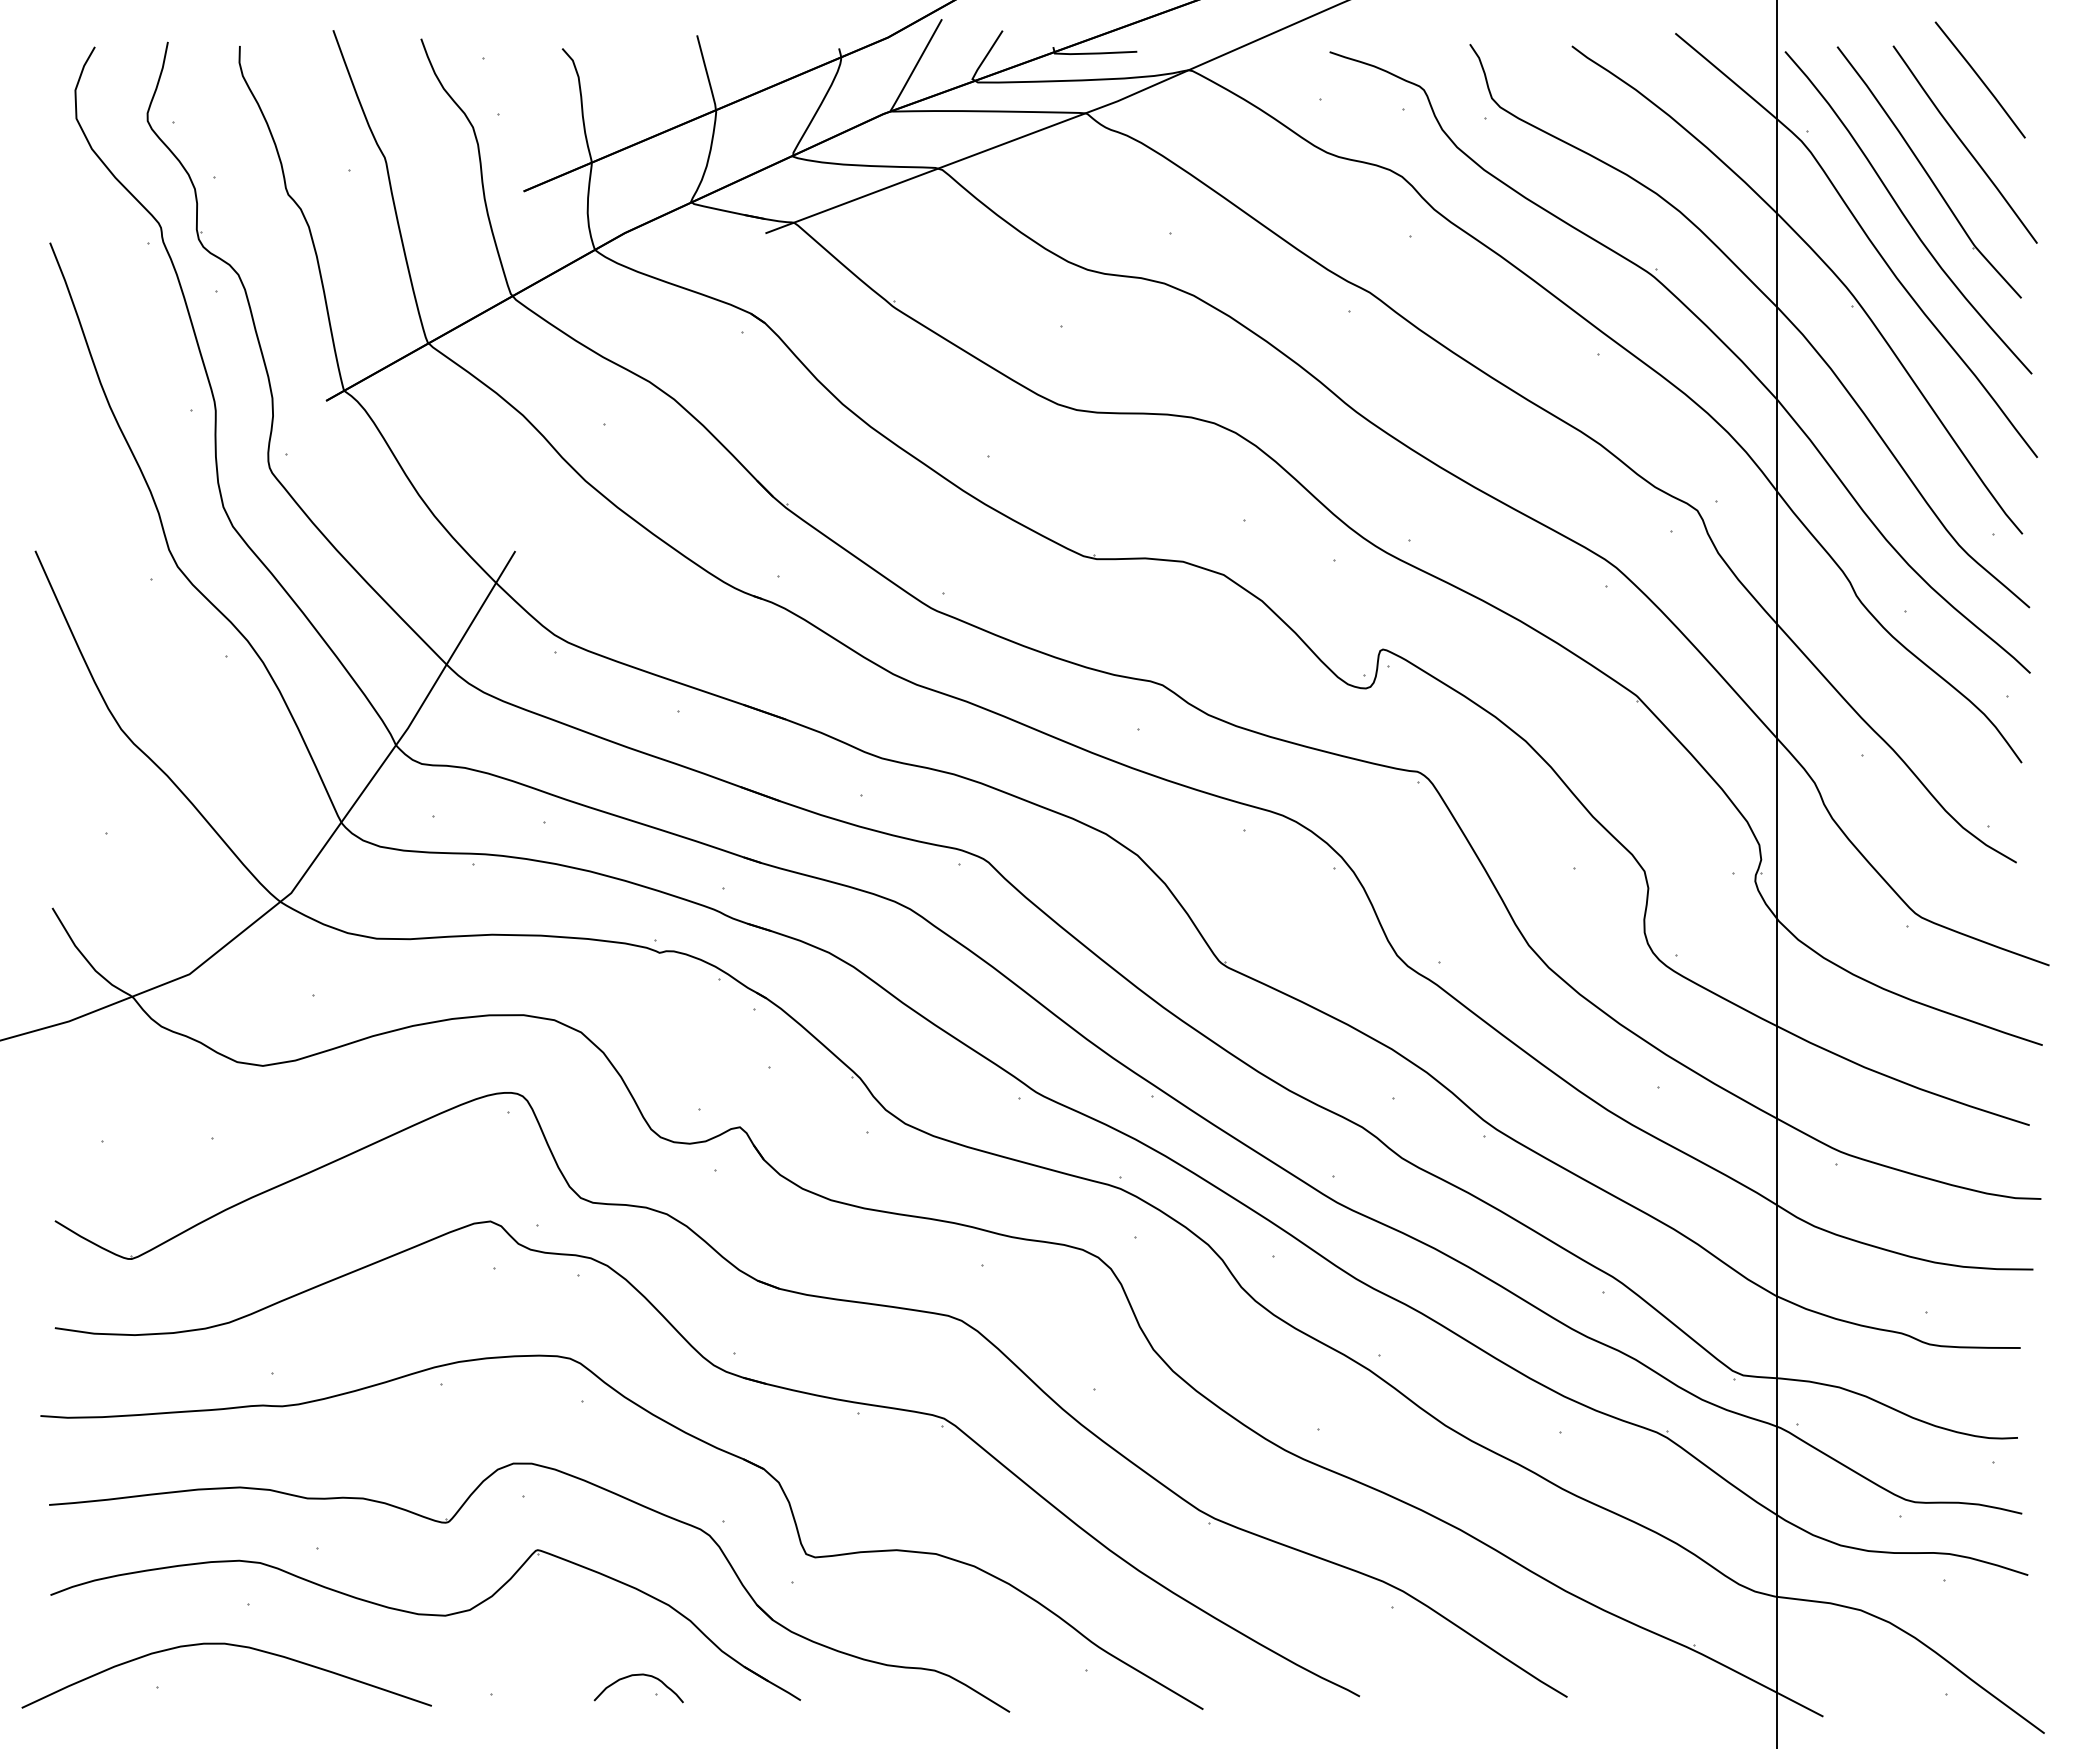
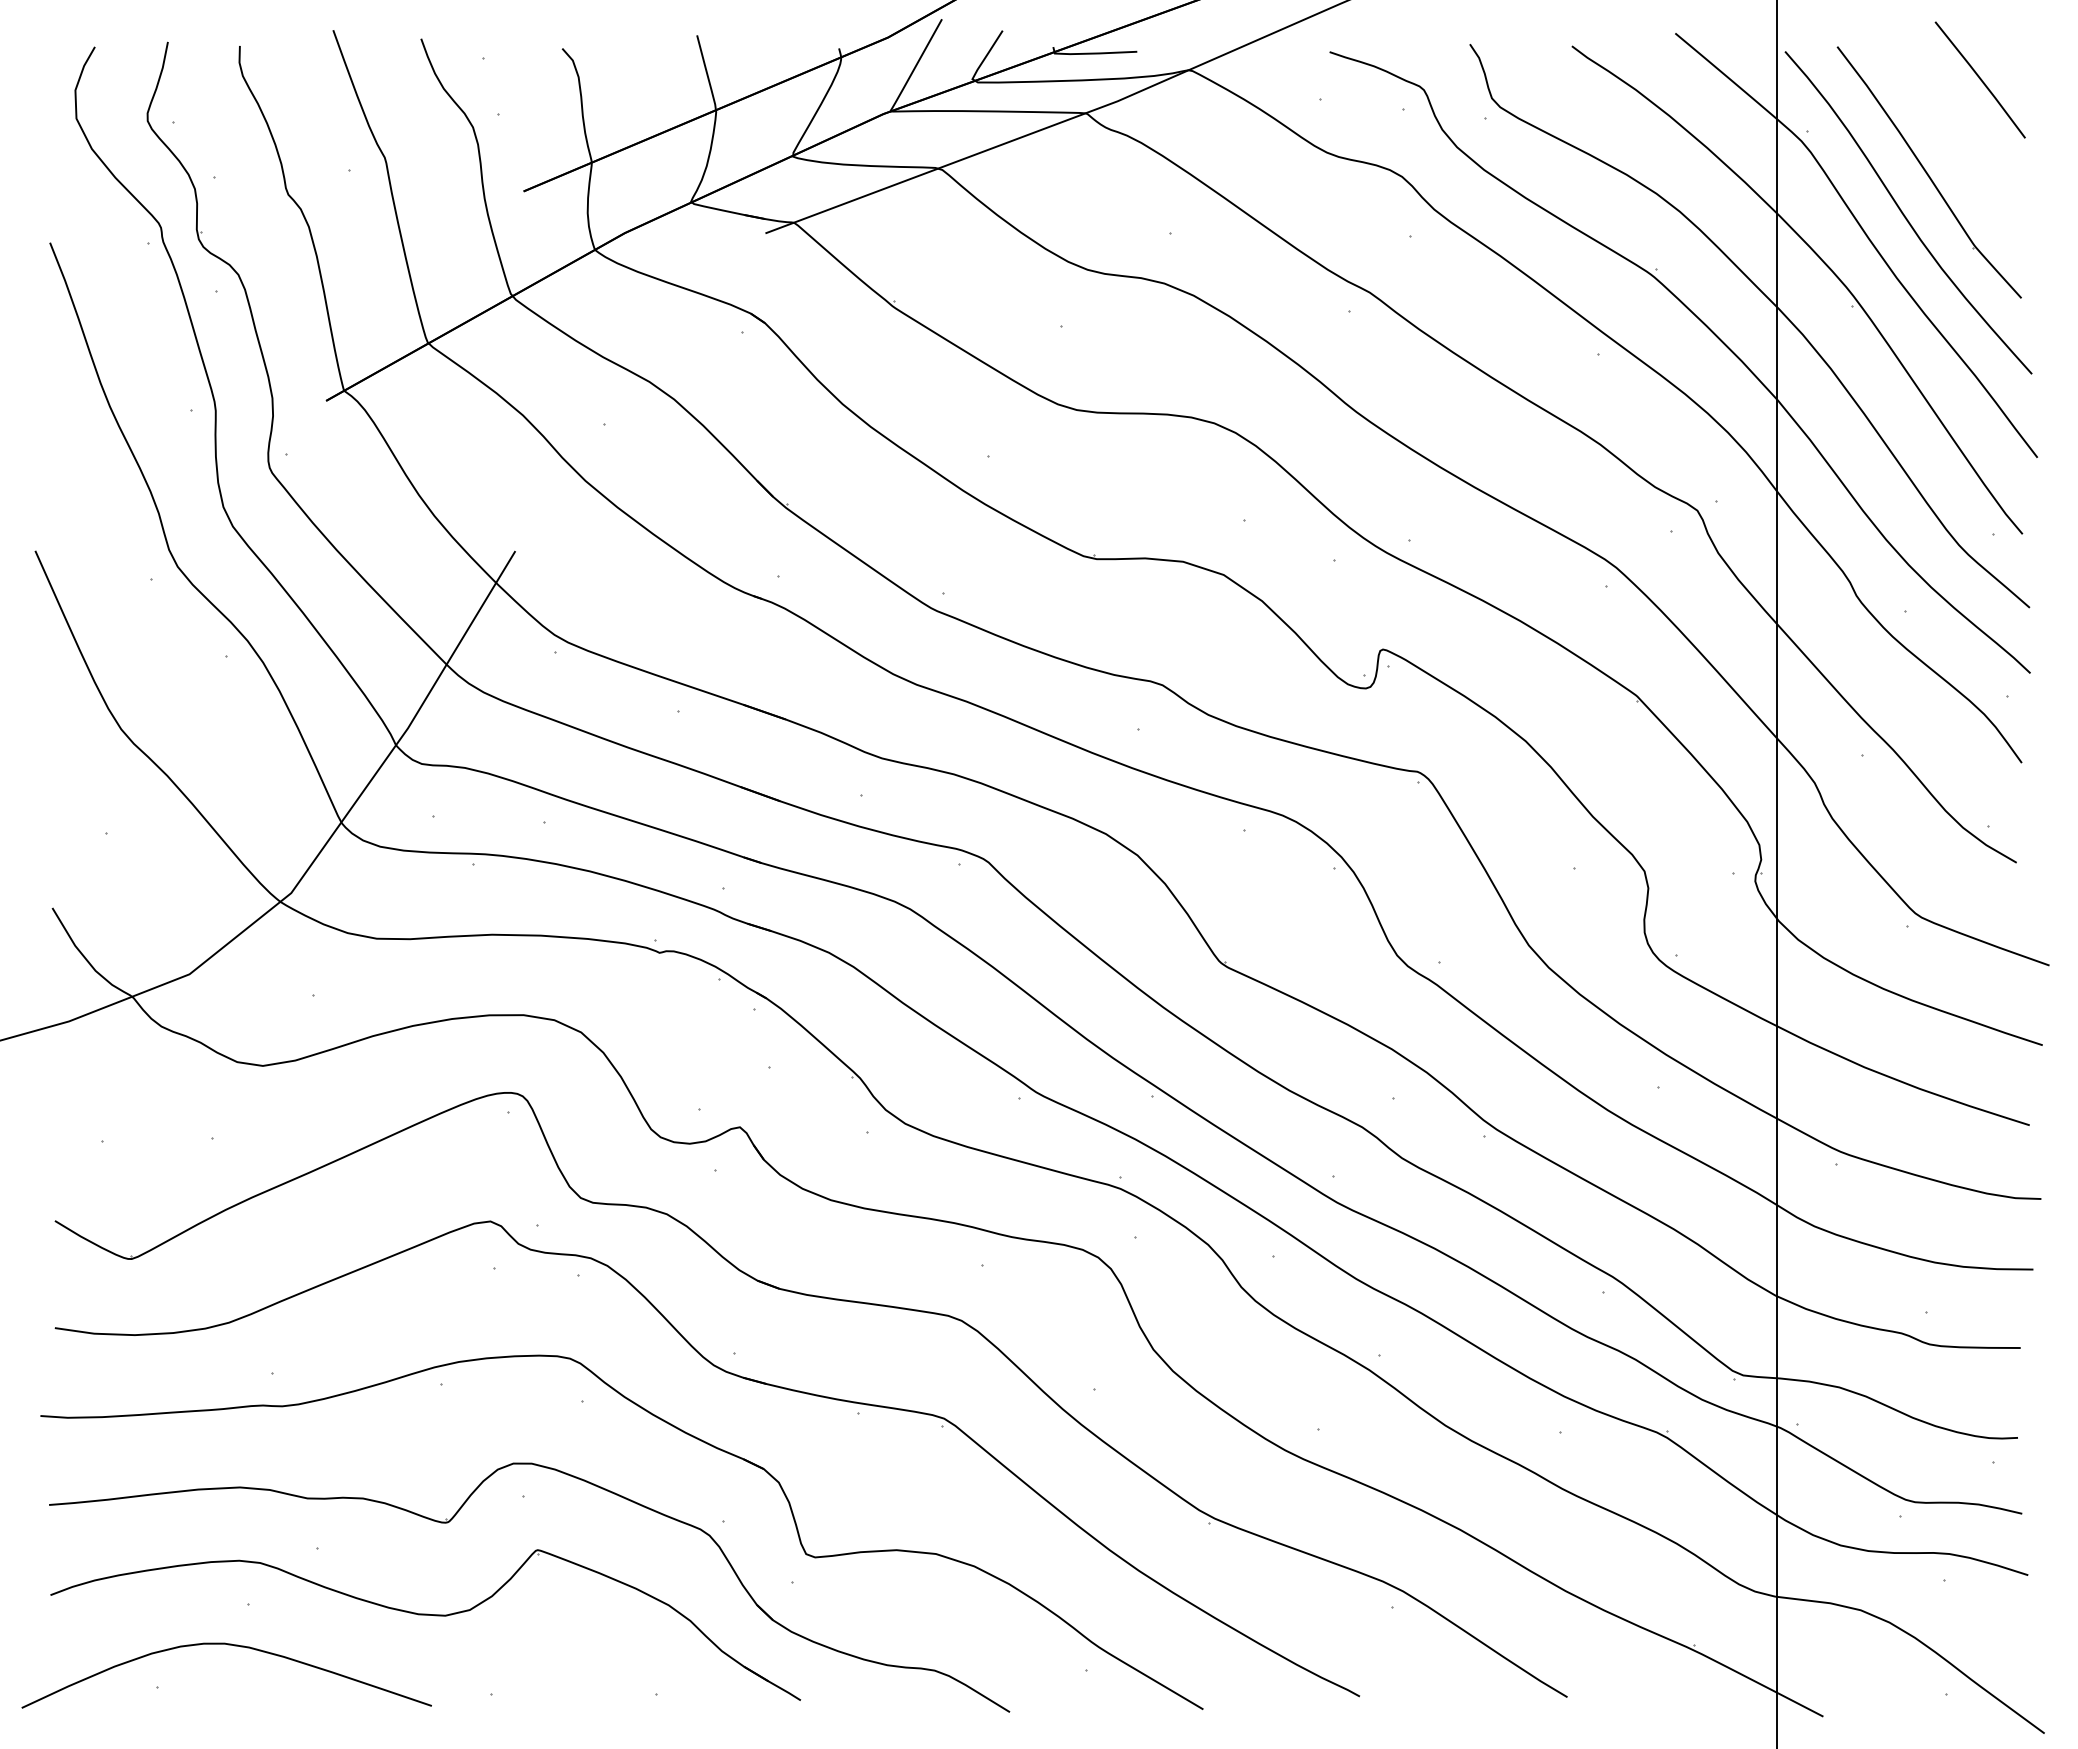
curve at (1964, 144): present -> none
curve at (638, 1675): present -> none
